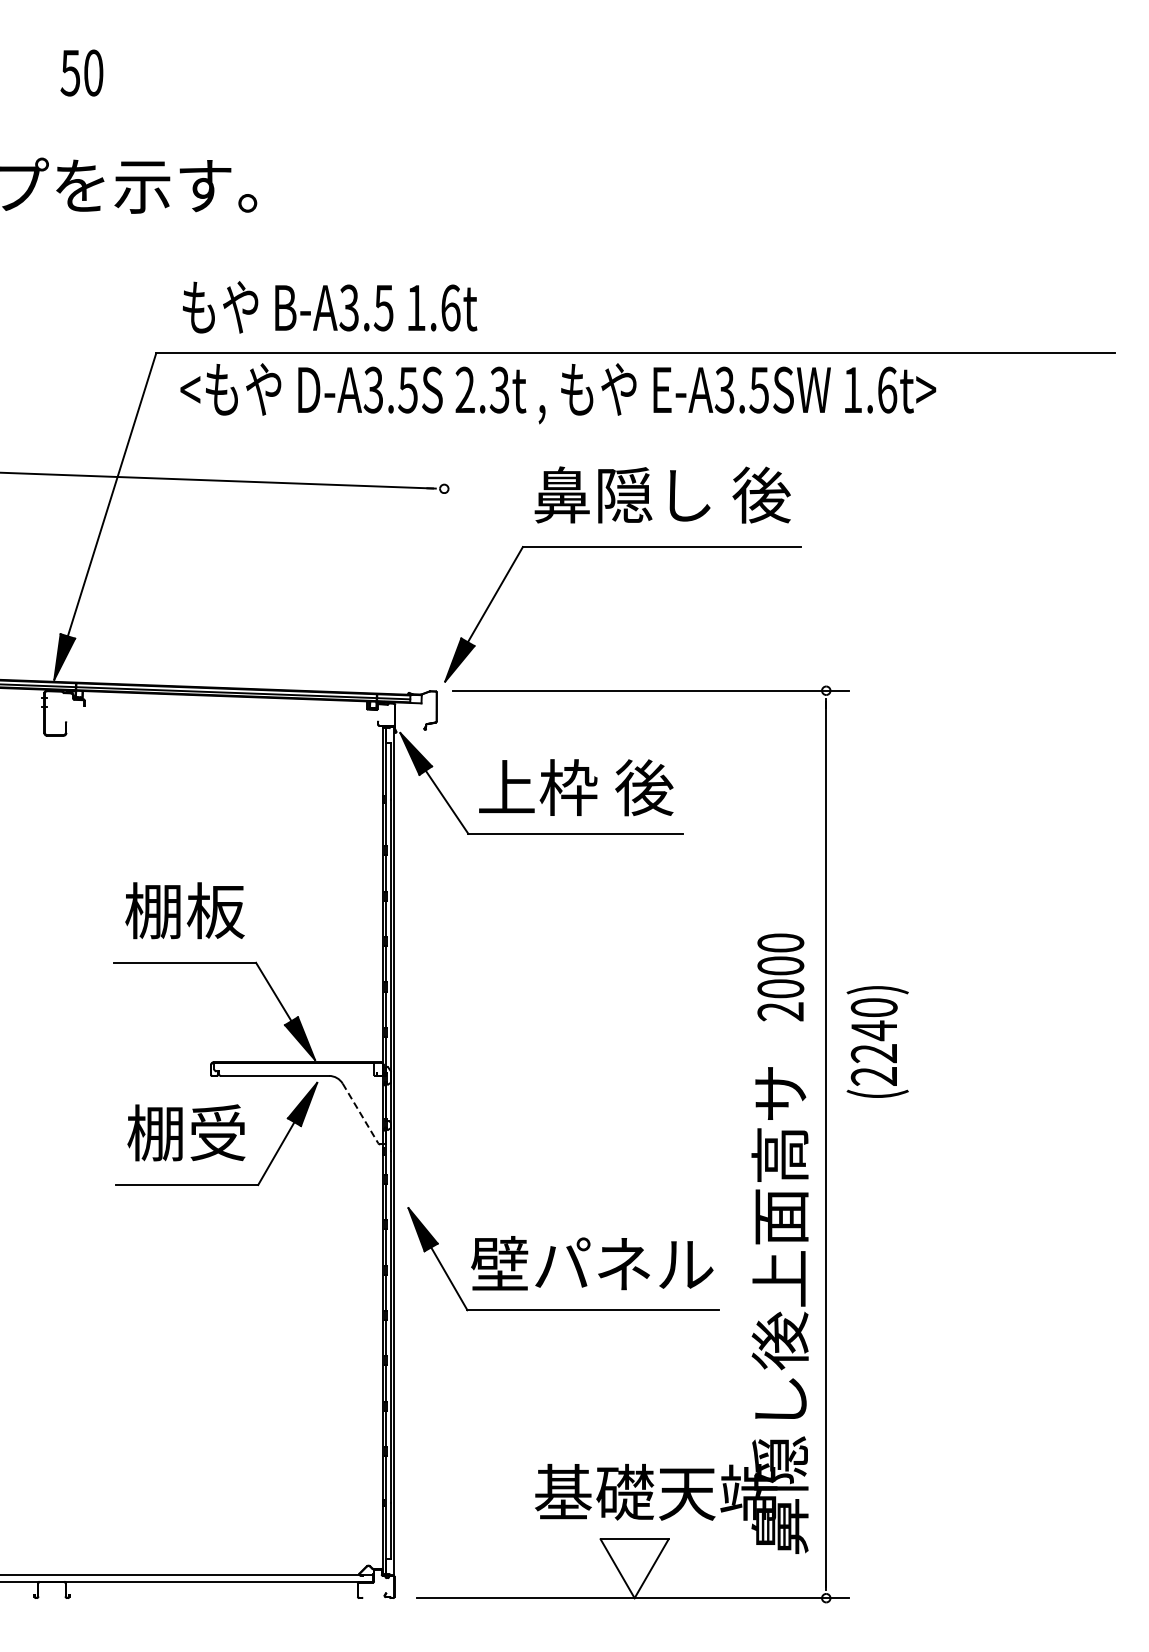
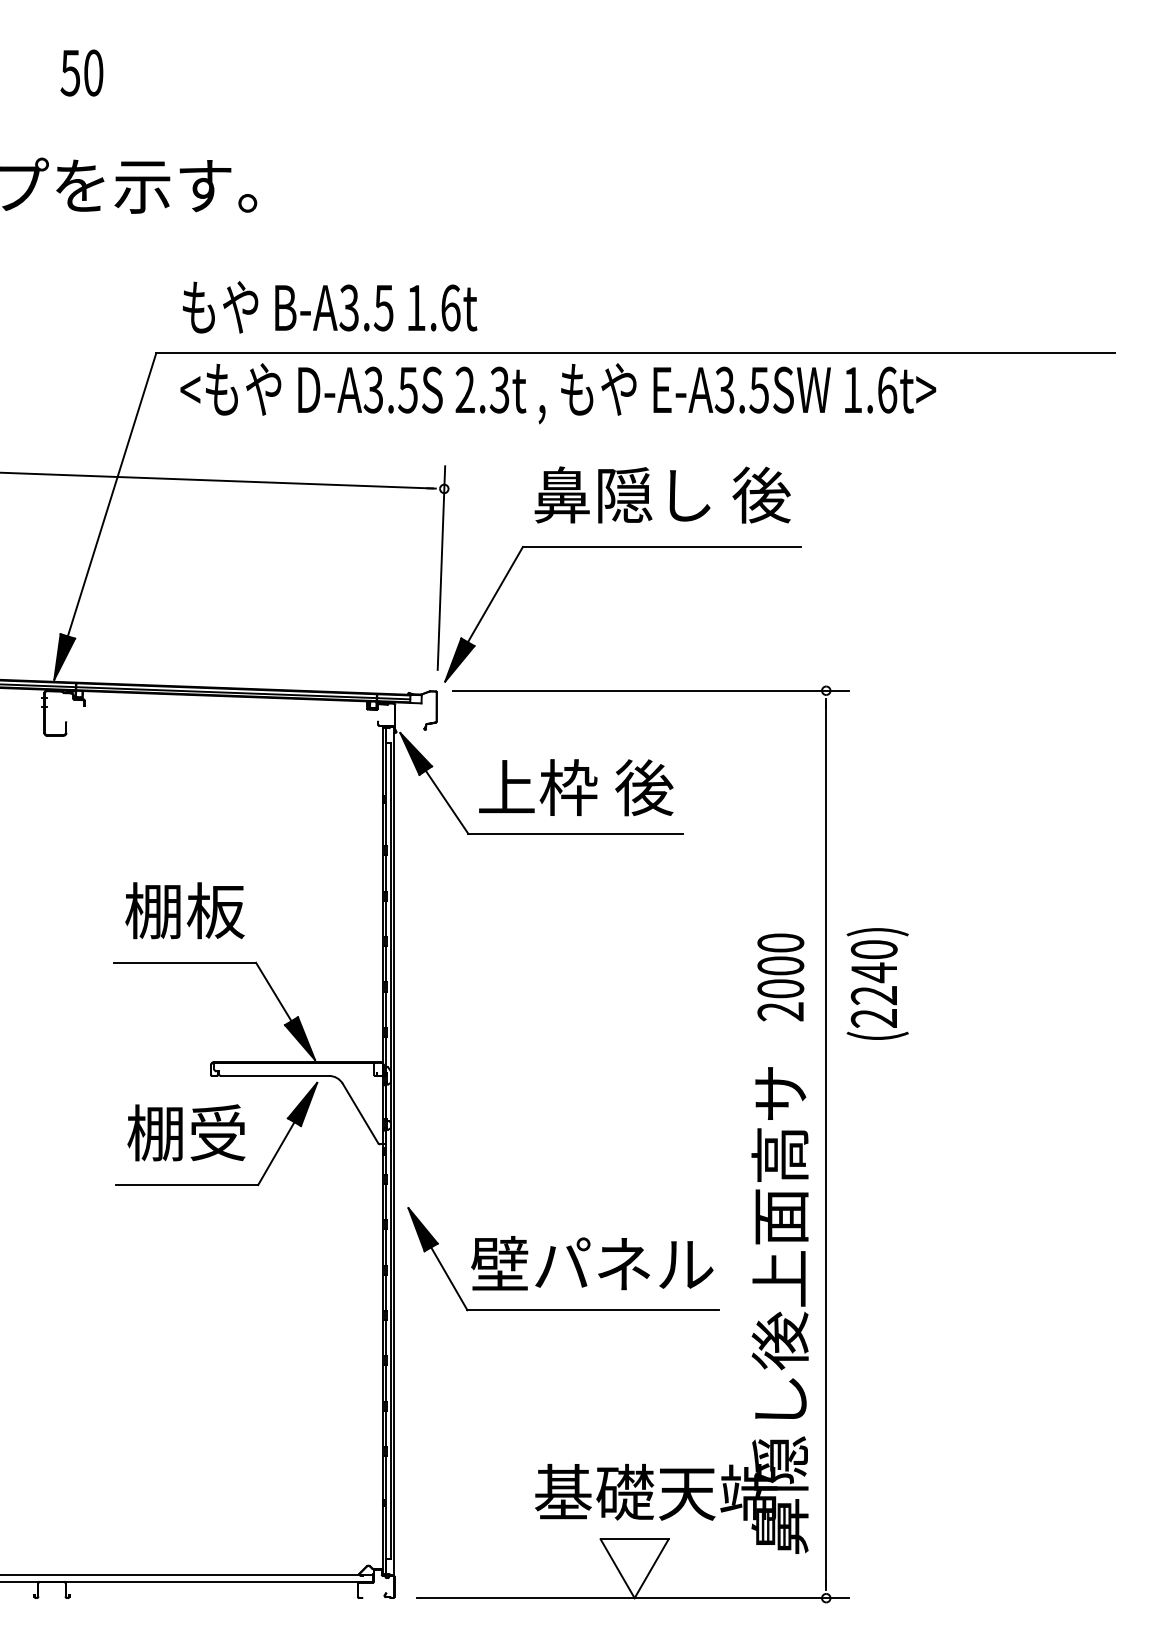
line at (441, 567): none -> present
text at (877, 1041) position: (877, 1041) -> (877, 983)
line at (360, 1113): dashed -> solid
